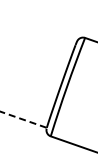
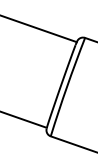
line at (39, 29): none -> present
line at (24, 119): dashed -> solid
